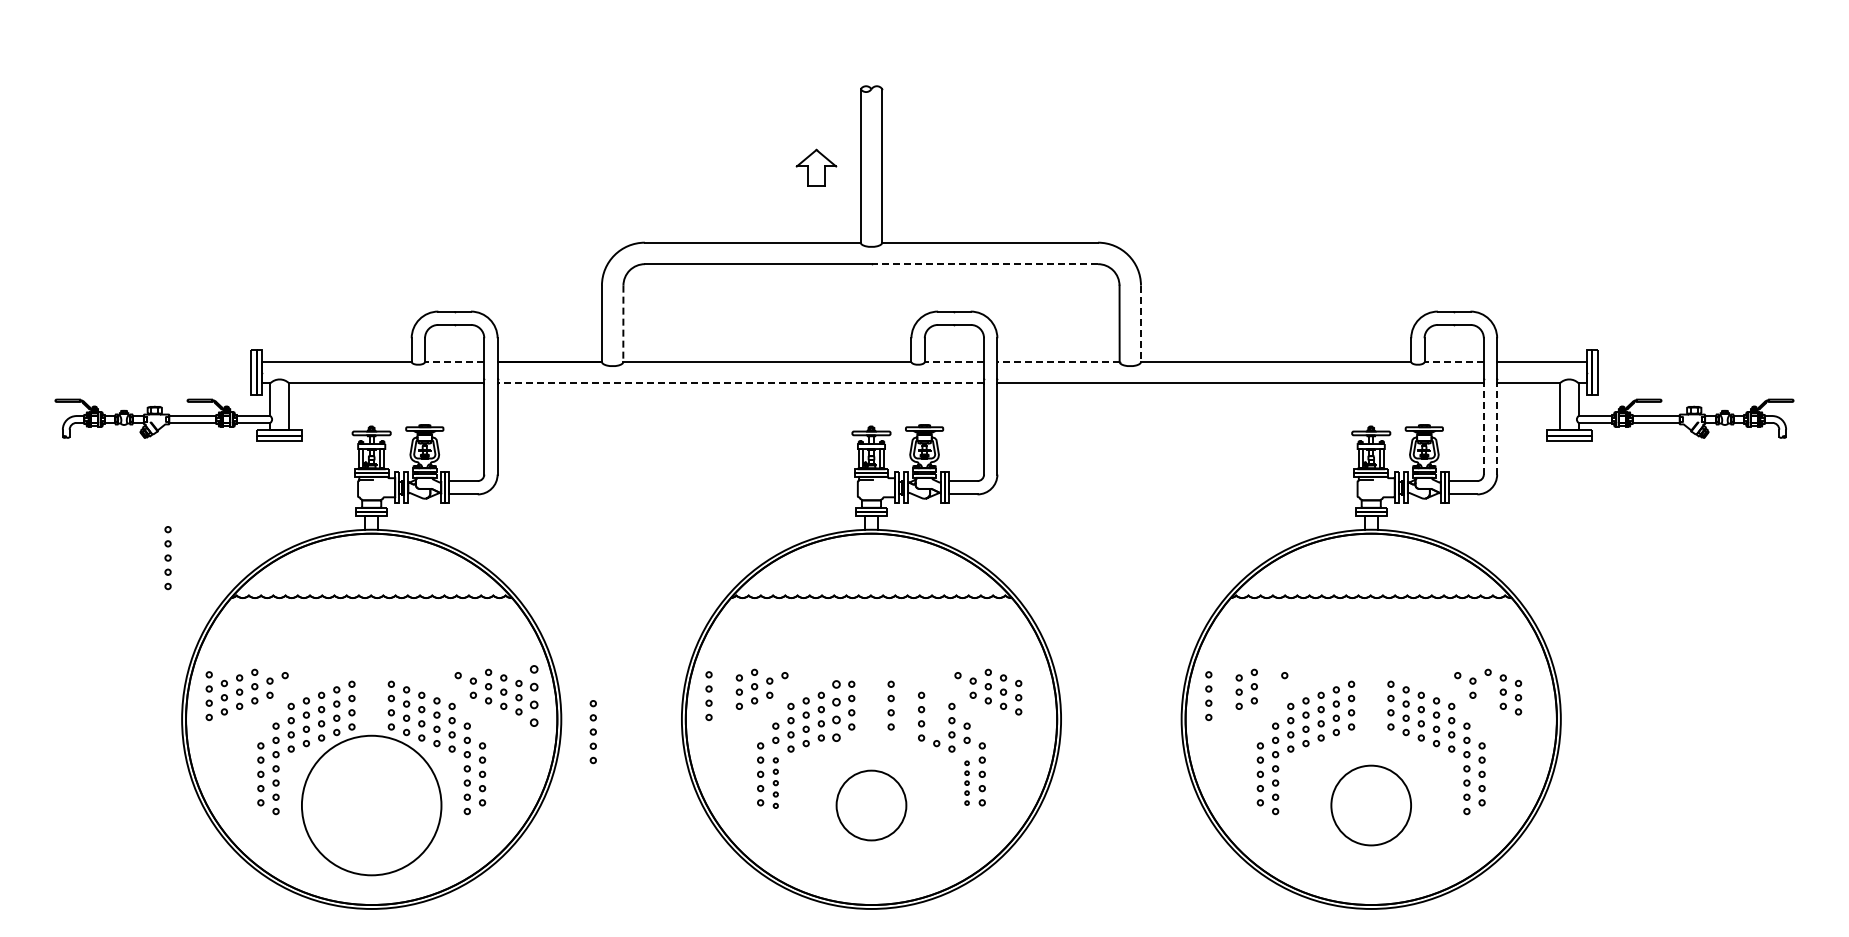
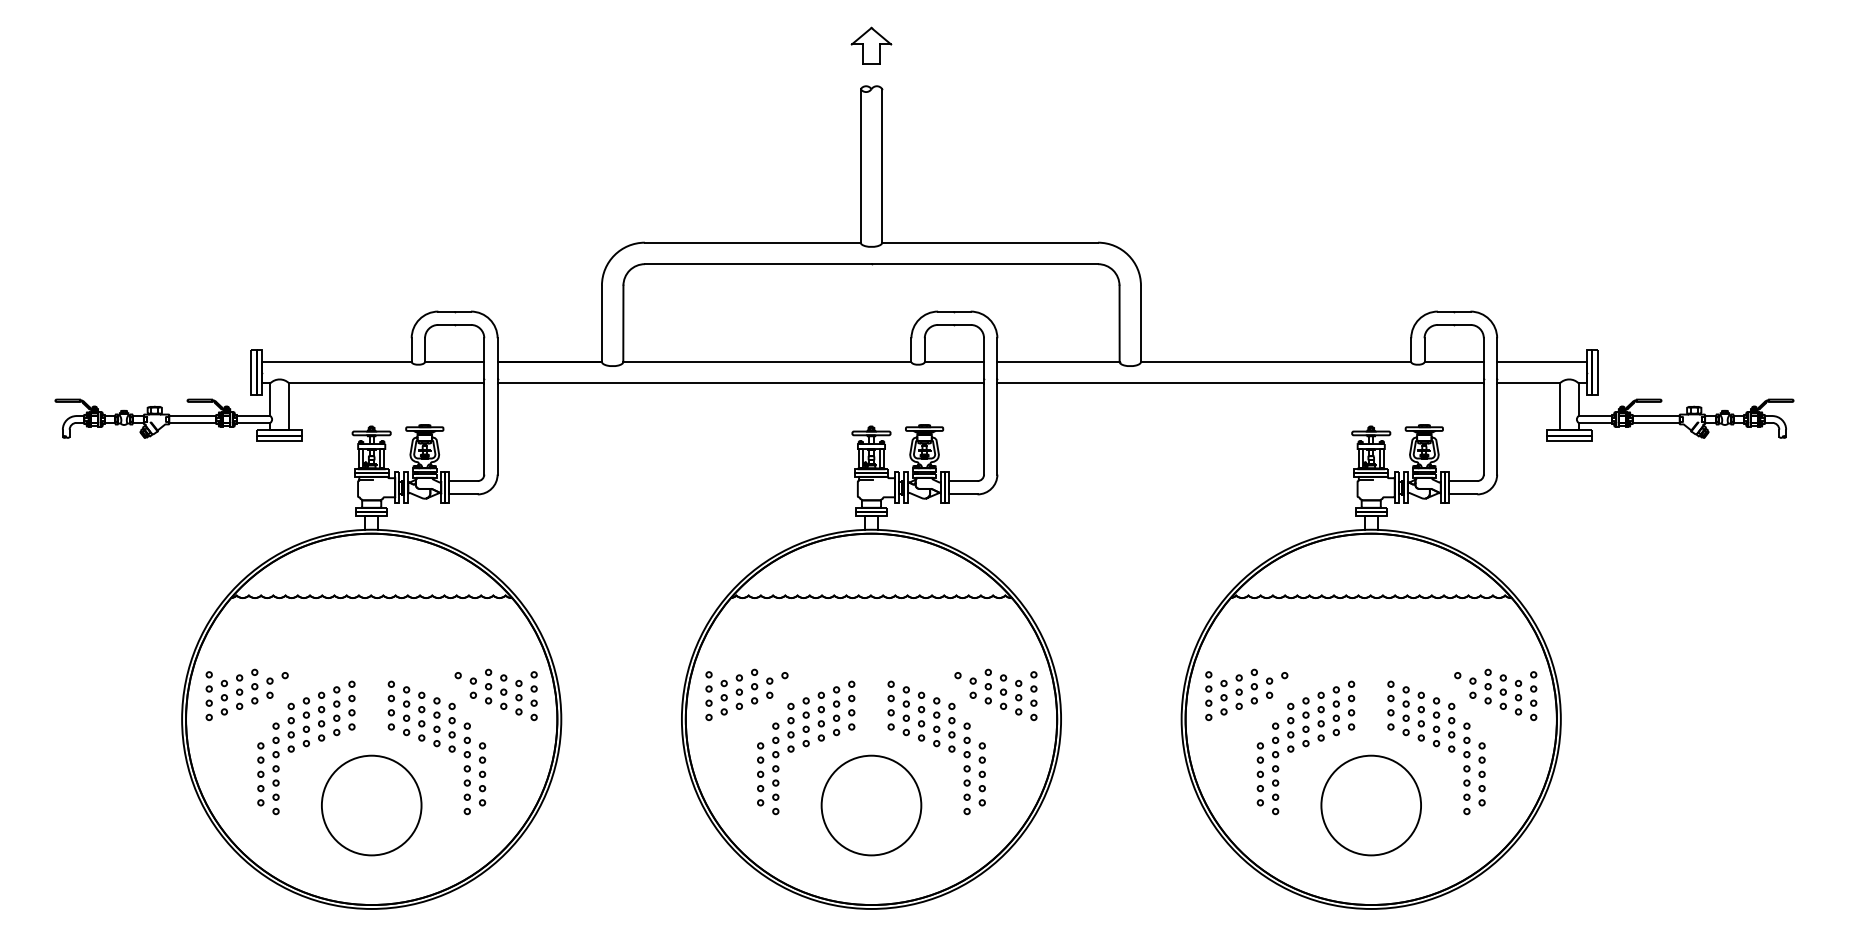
part at (816, 167) position: (816, 167) -> (871, 45)
line at (984, 264): dashed -> solid
line at (623, 324): dashed -> solid
line at (1141, 324): dashed -> solid
line at (454, 361): dashed -> solid
line at (954, 361): dashed -> solid
line at (1058, 361): dashed -> solid
line at (1454, 361): dashed -> solid
line at (740, 383): dashed -> solid
line at (1483, 428): dashed -> solid
line at (1497, 428): dashed -> solid
part at (167, 558): present -> none
part at (1269, 687): none -> present
part at (1487, 693): none -> present
part at (534, 695) size: 9x62 px -> 8x51 px
part at (1033, 695): none -> present
part at (1533, 696): none -> present
part at (723, 697): none -> present
part at (1223, 697): none -> present
part at (836, 710) size: 9x62 px -> 8x51 px
part at (905, 711): none -> present
part at (936, 714): none -> present
part at (592, 732): present -> none
part at (775, 782) size: 7x52 px -> 8x65 px
part at (966, 782) size: 6x46 px -> 8x65 px
circle at (371, 805) diameter: 140 px -> 100 px
circle at (871, 805) diameter: 70 px -> 100 px
circle at (1371, 805) diameter: 80 px -> 100 px
